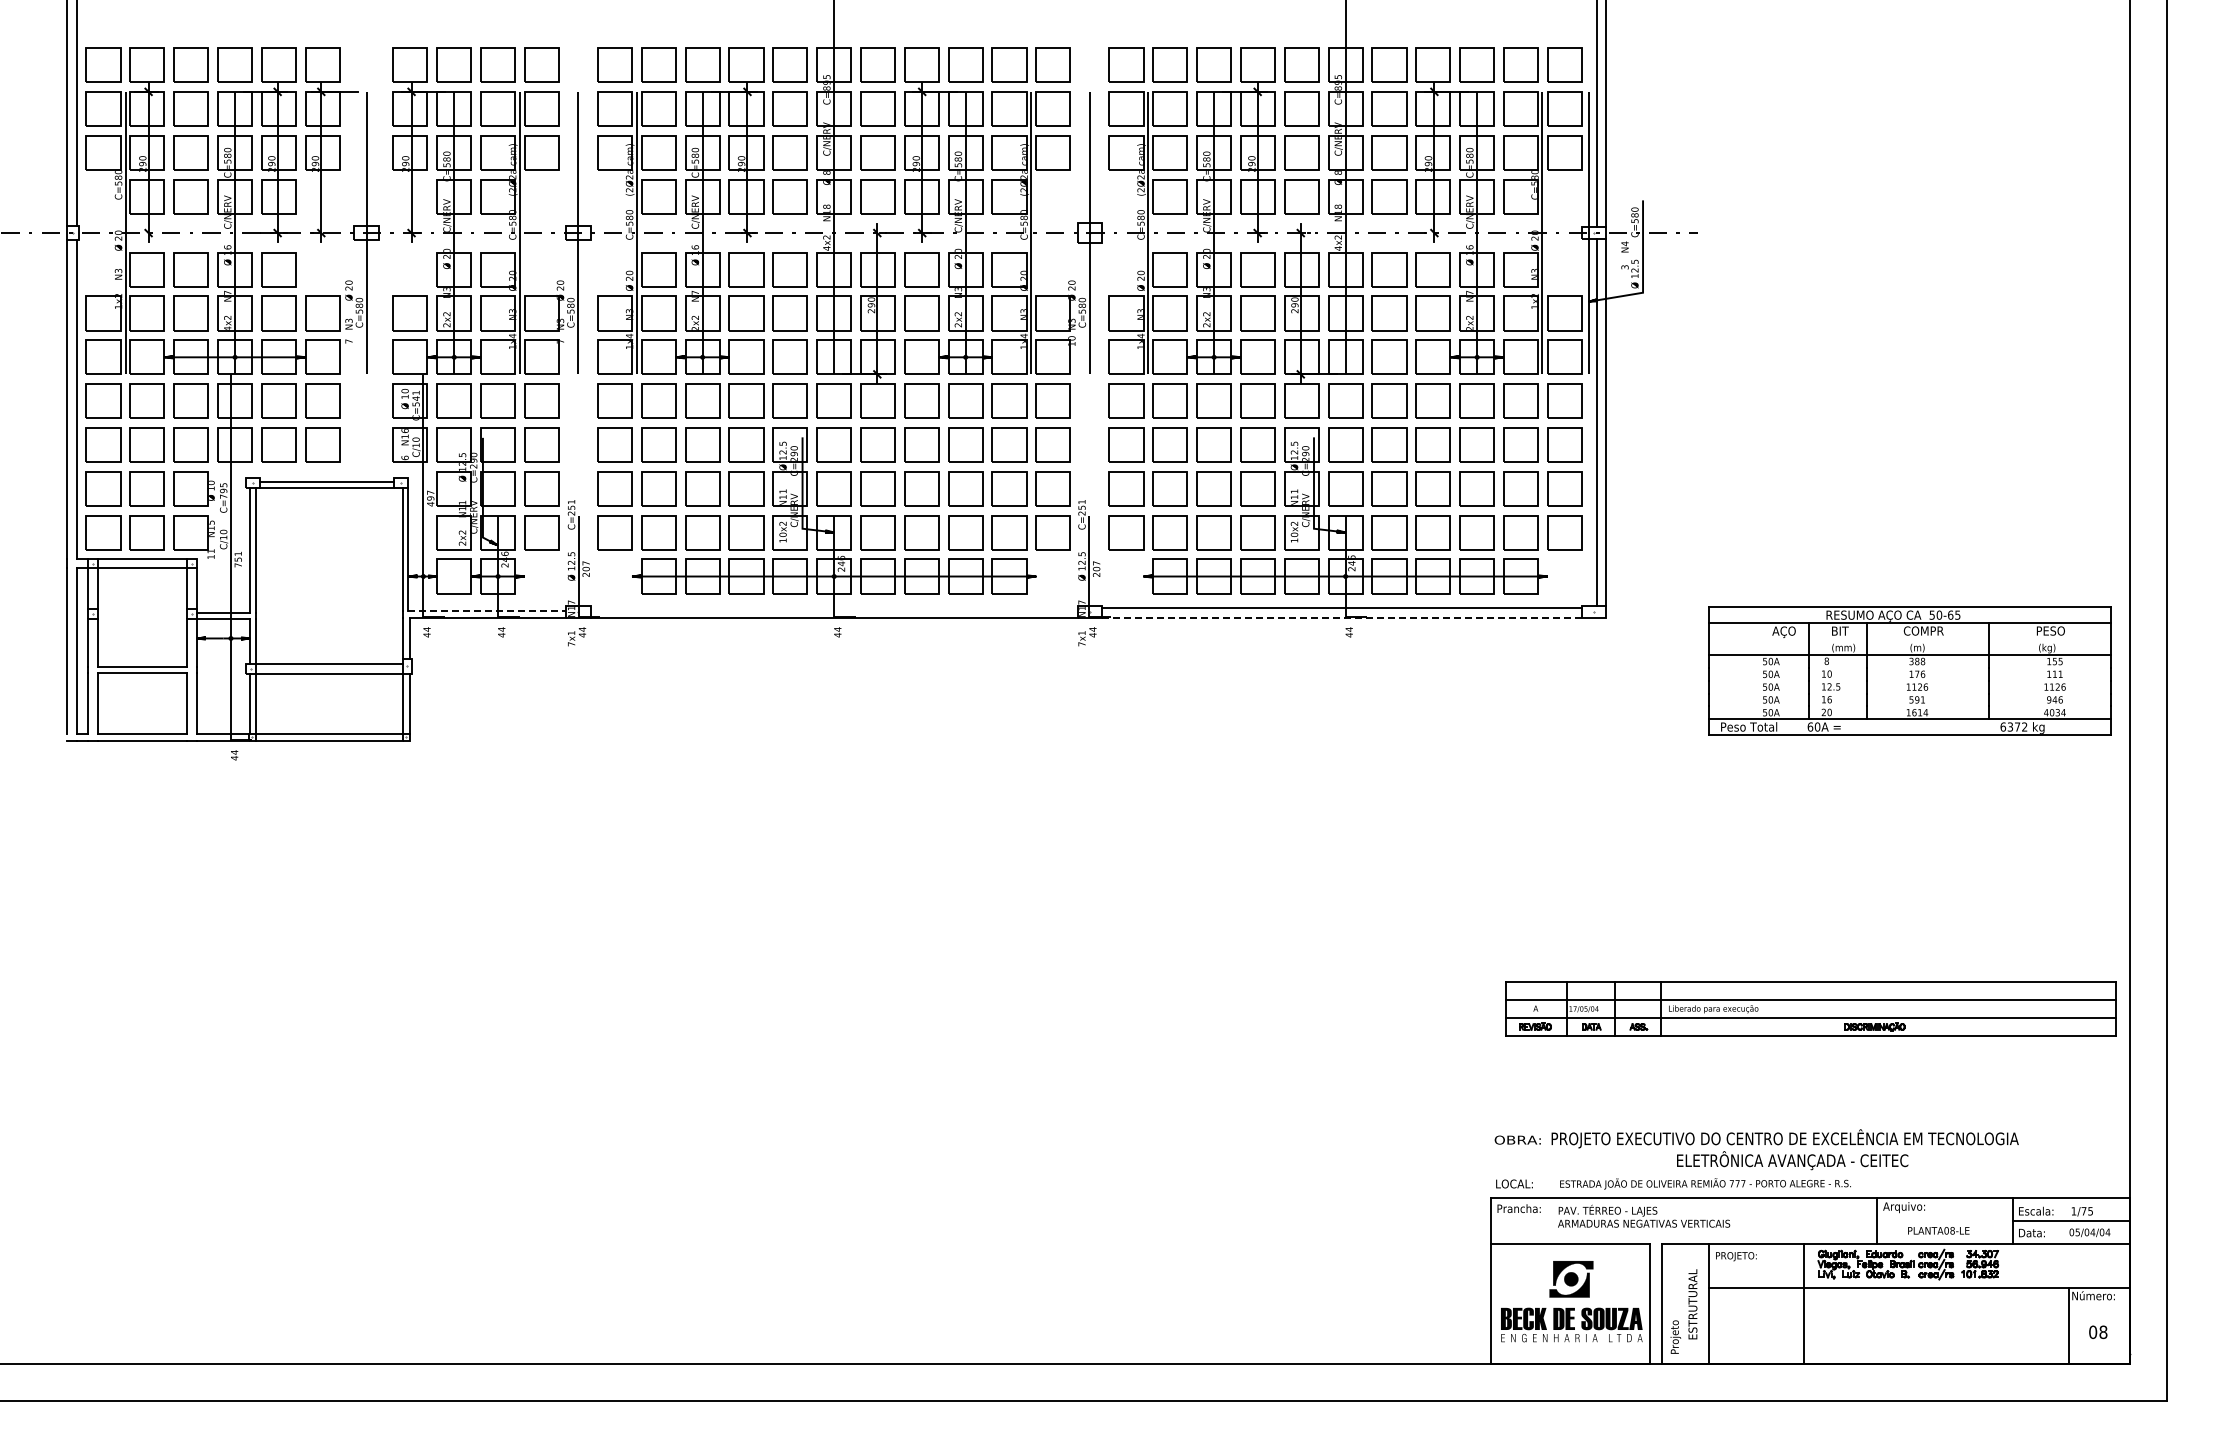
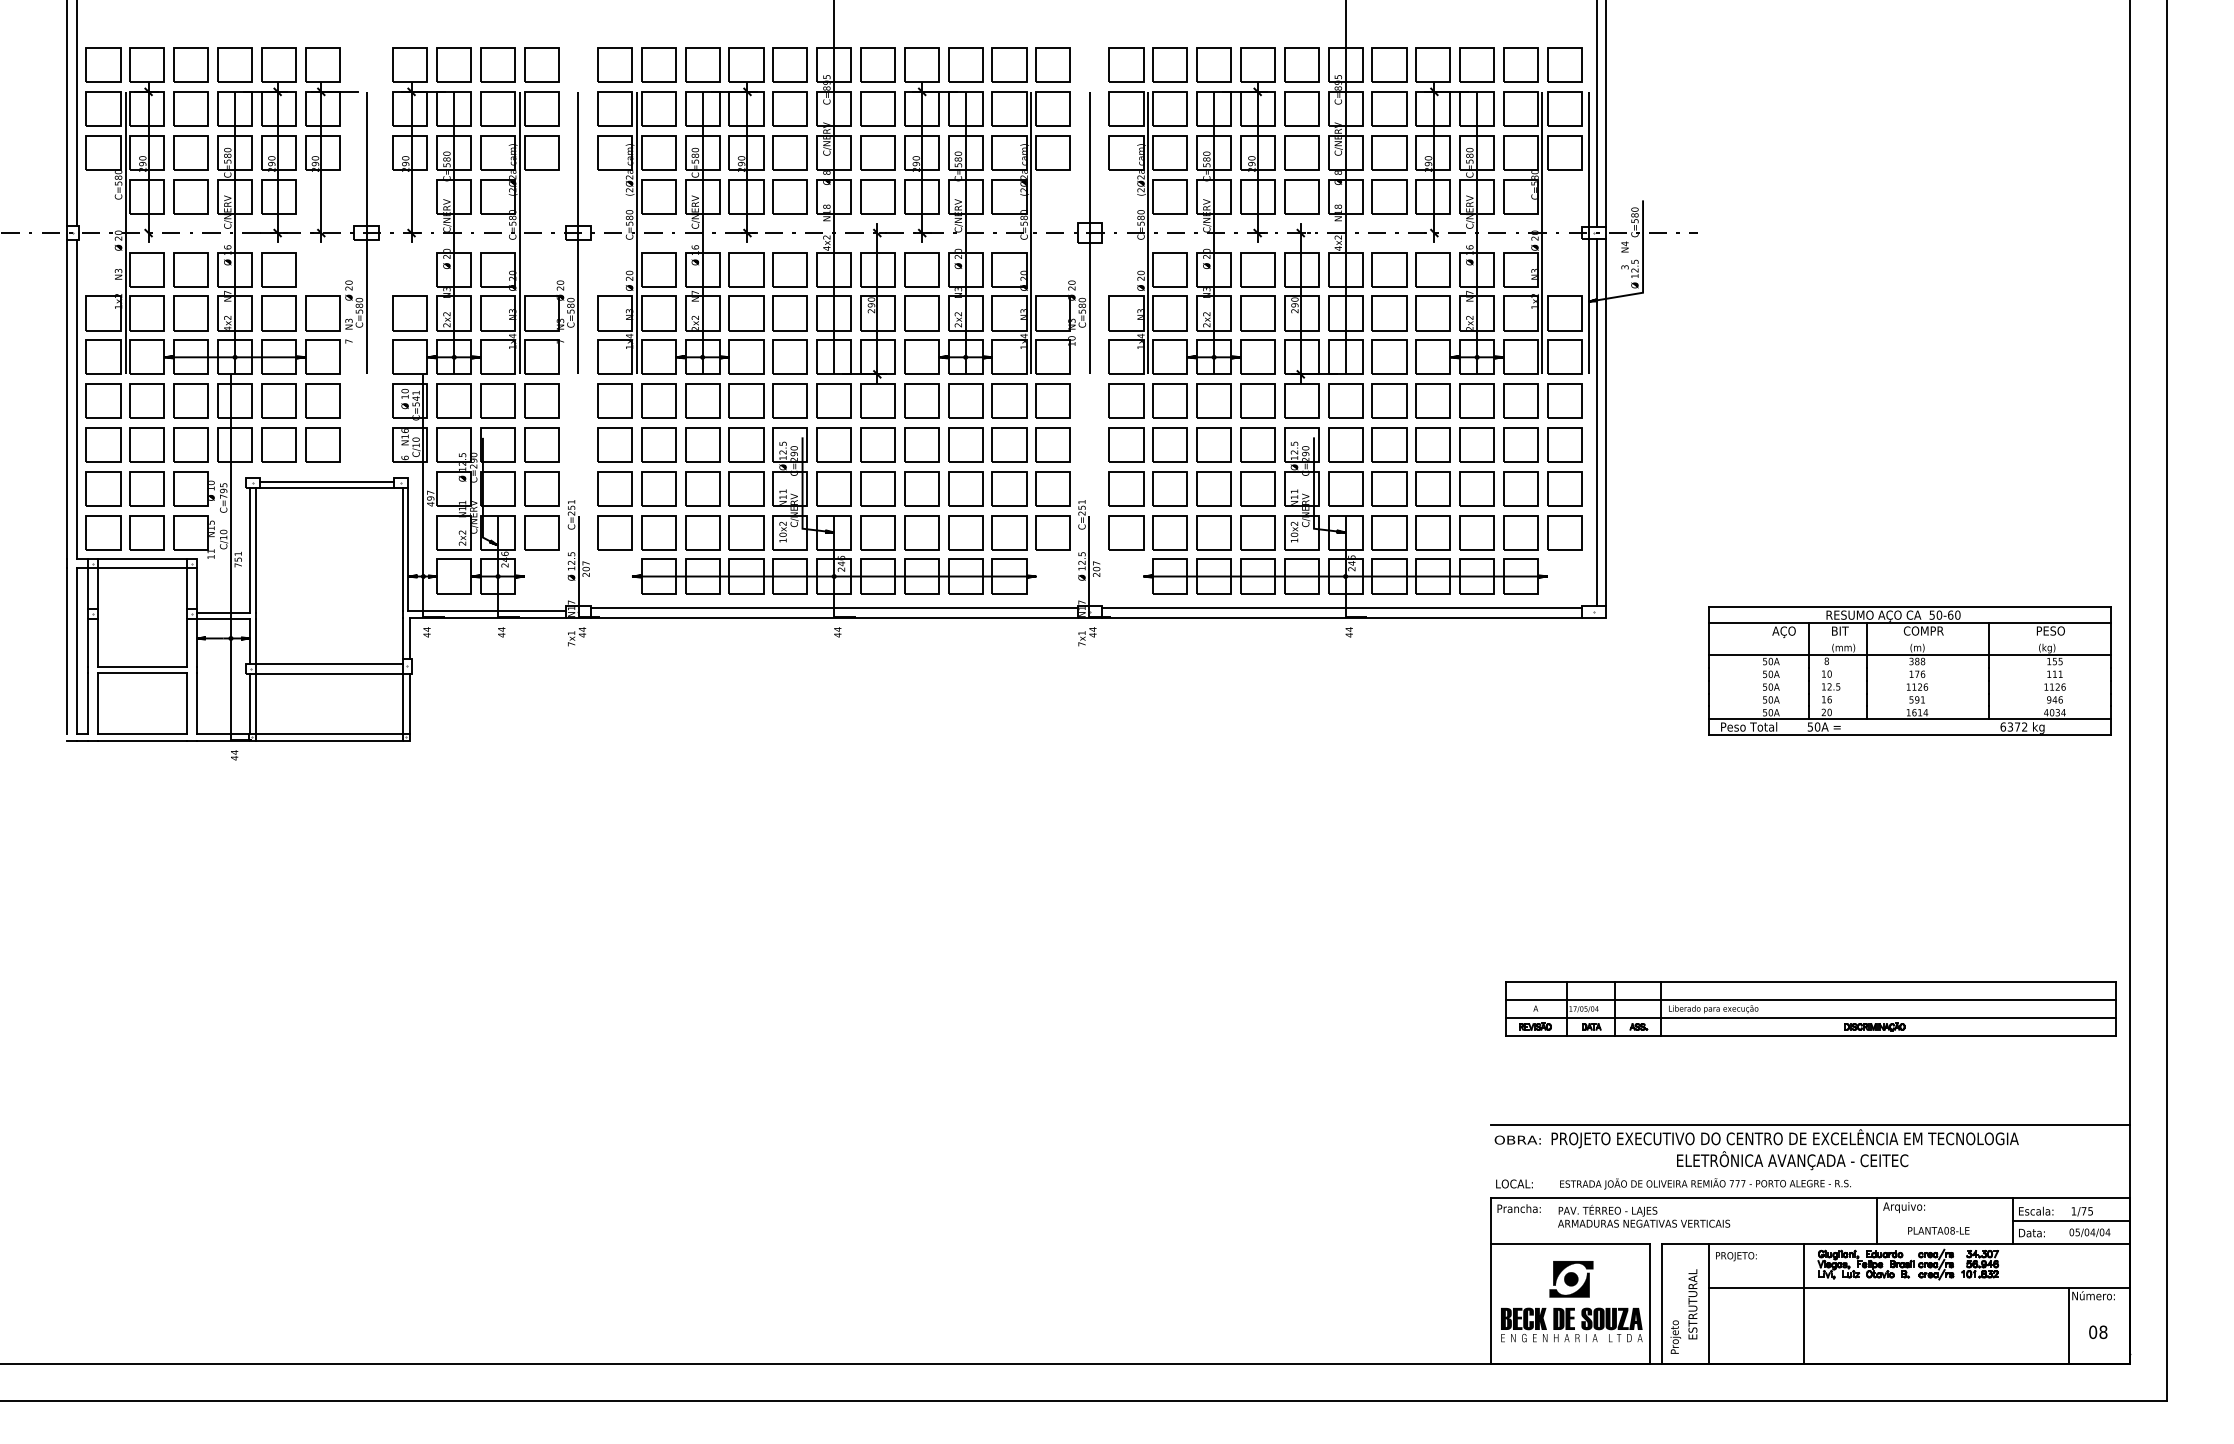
line at (833, 608): none -> present
line at (487, 610): dashed -> solid
text at (1957, 614): 50-65 -> 50-60
line at (1341, 617): dashed -> solid
text at (1810, 726): 60A -> 50A
line at (1810, 1124): none -> present
